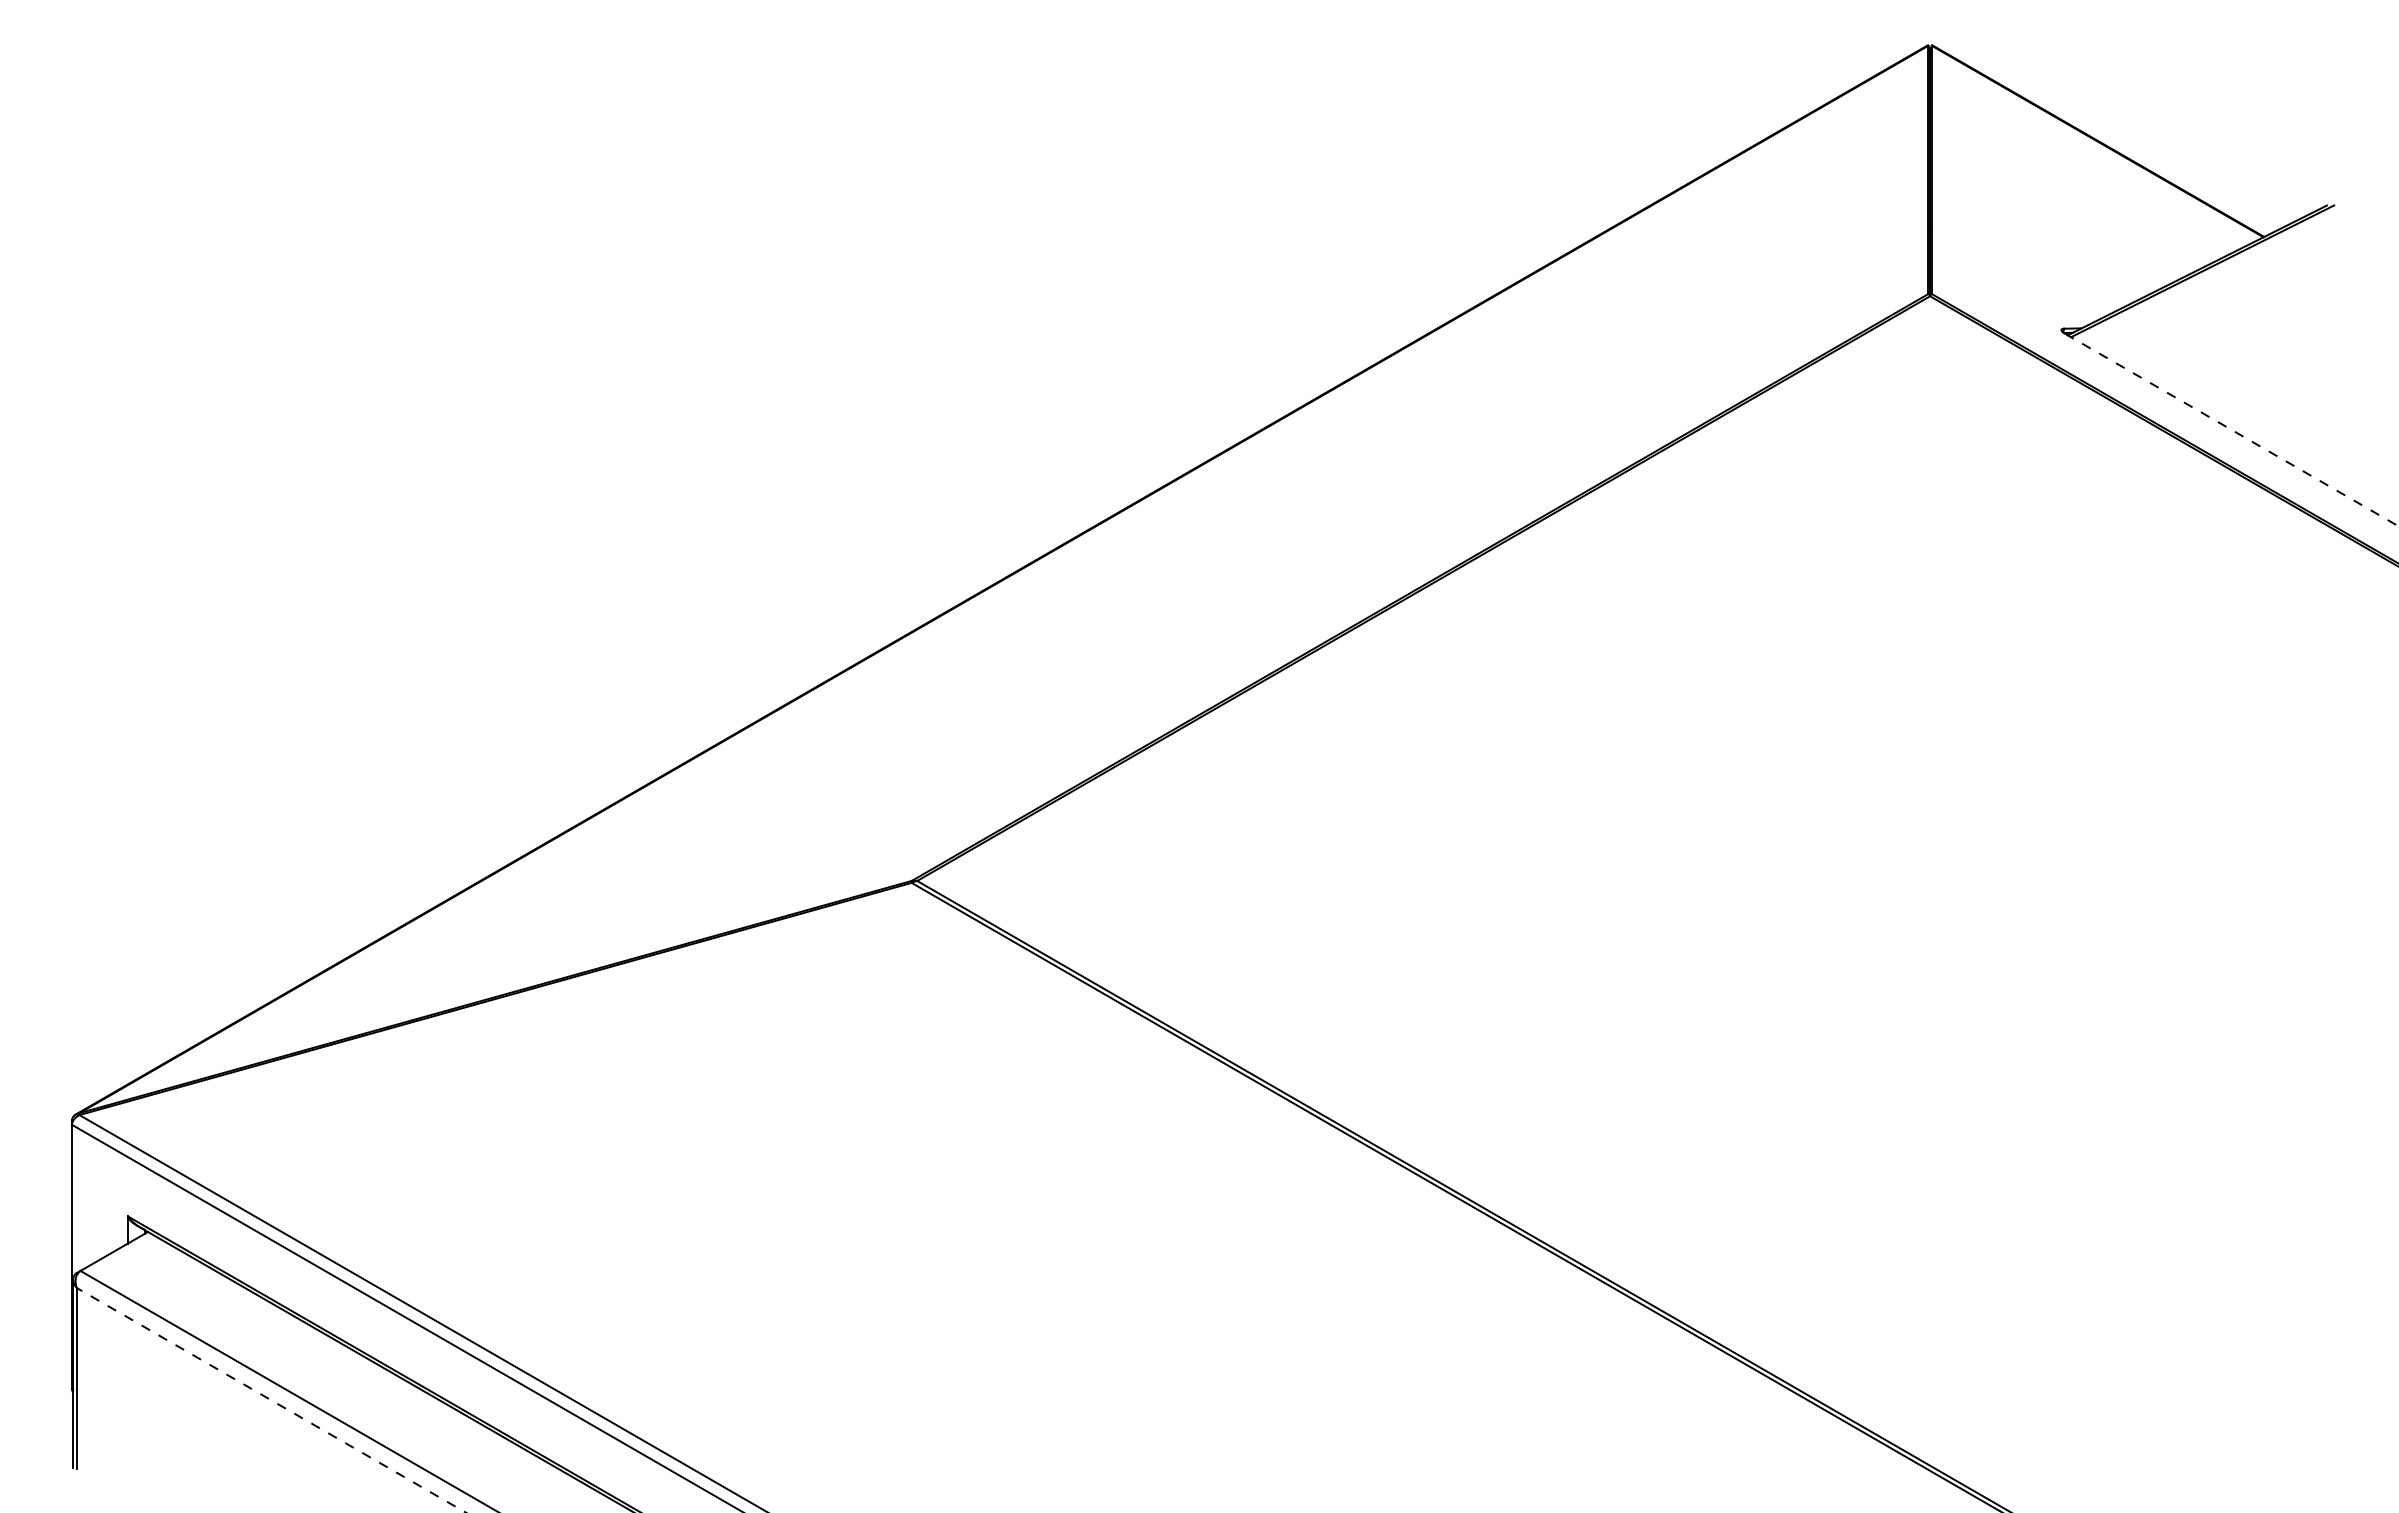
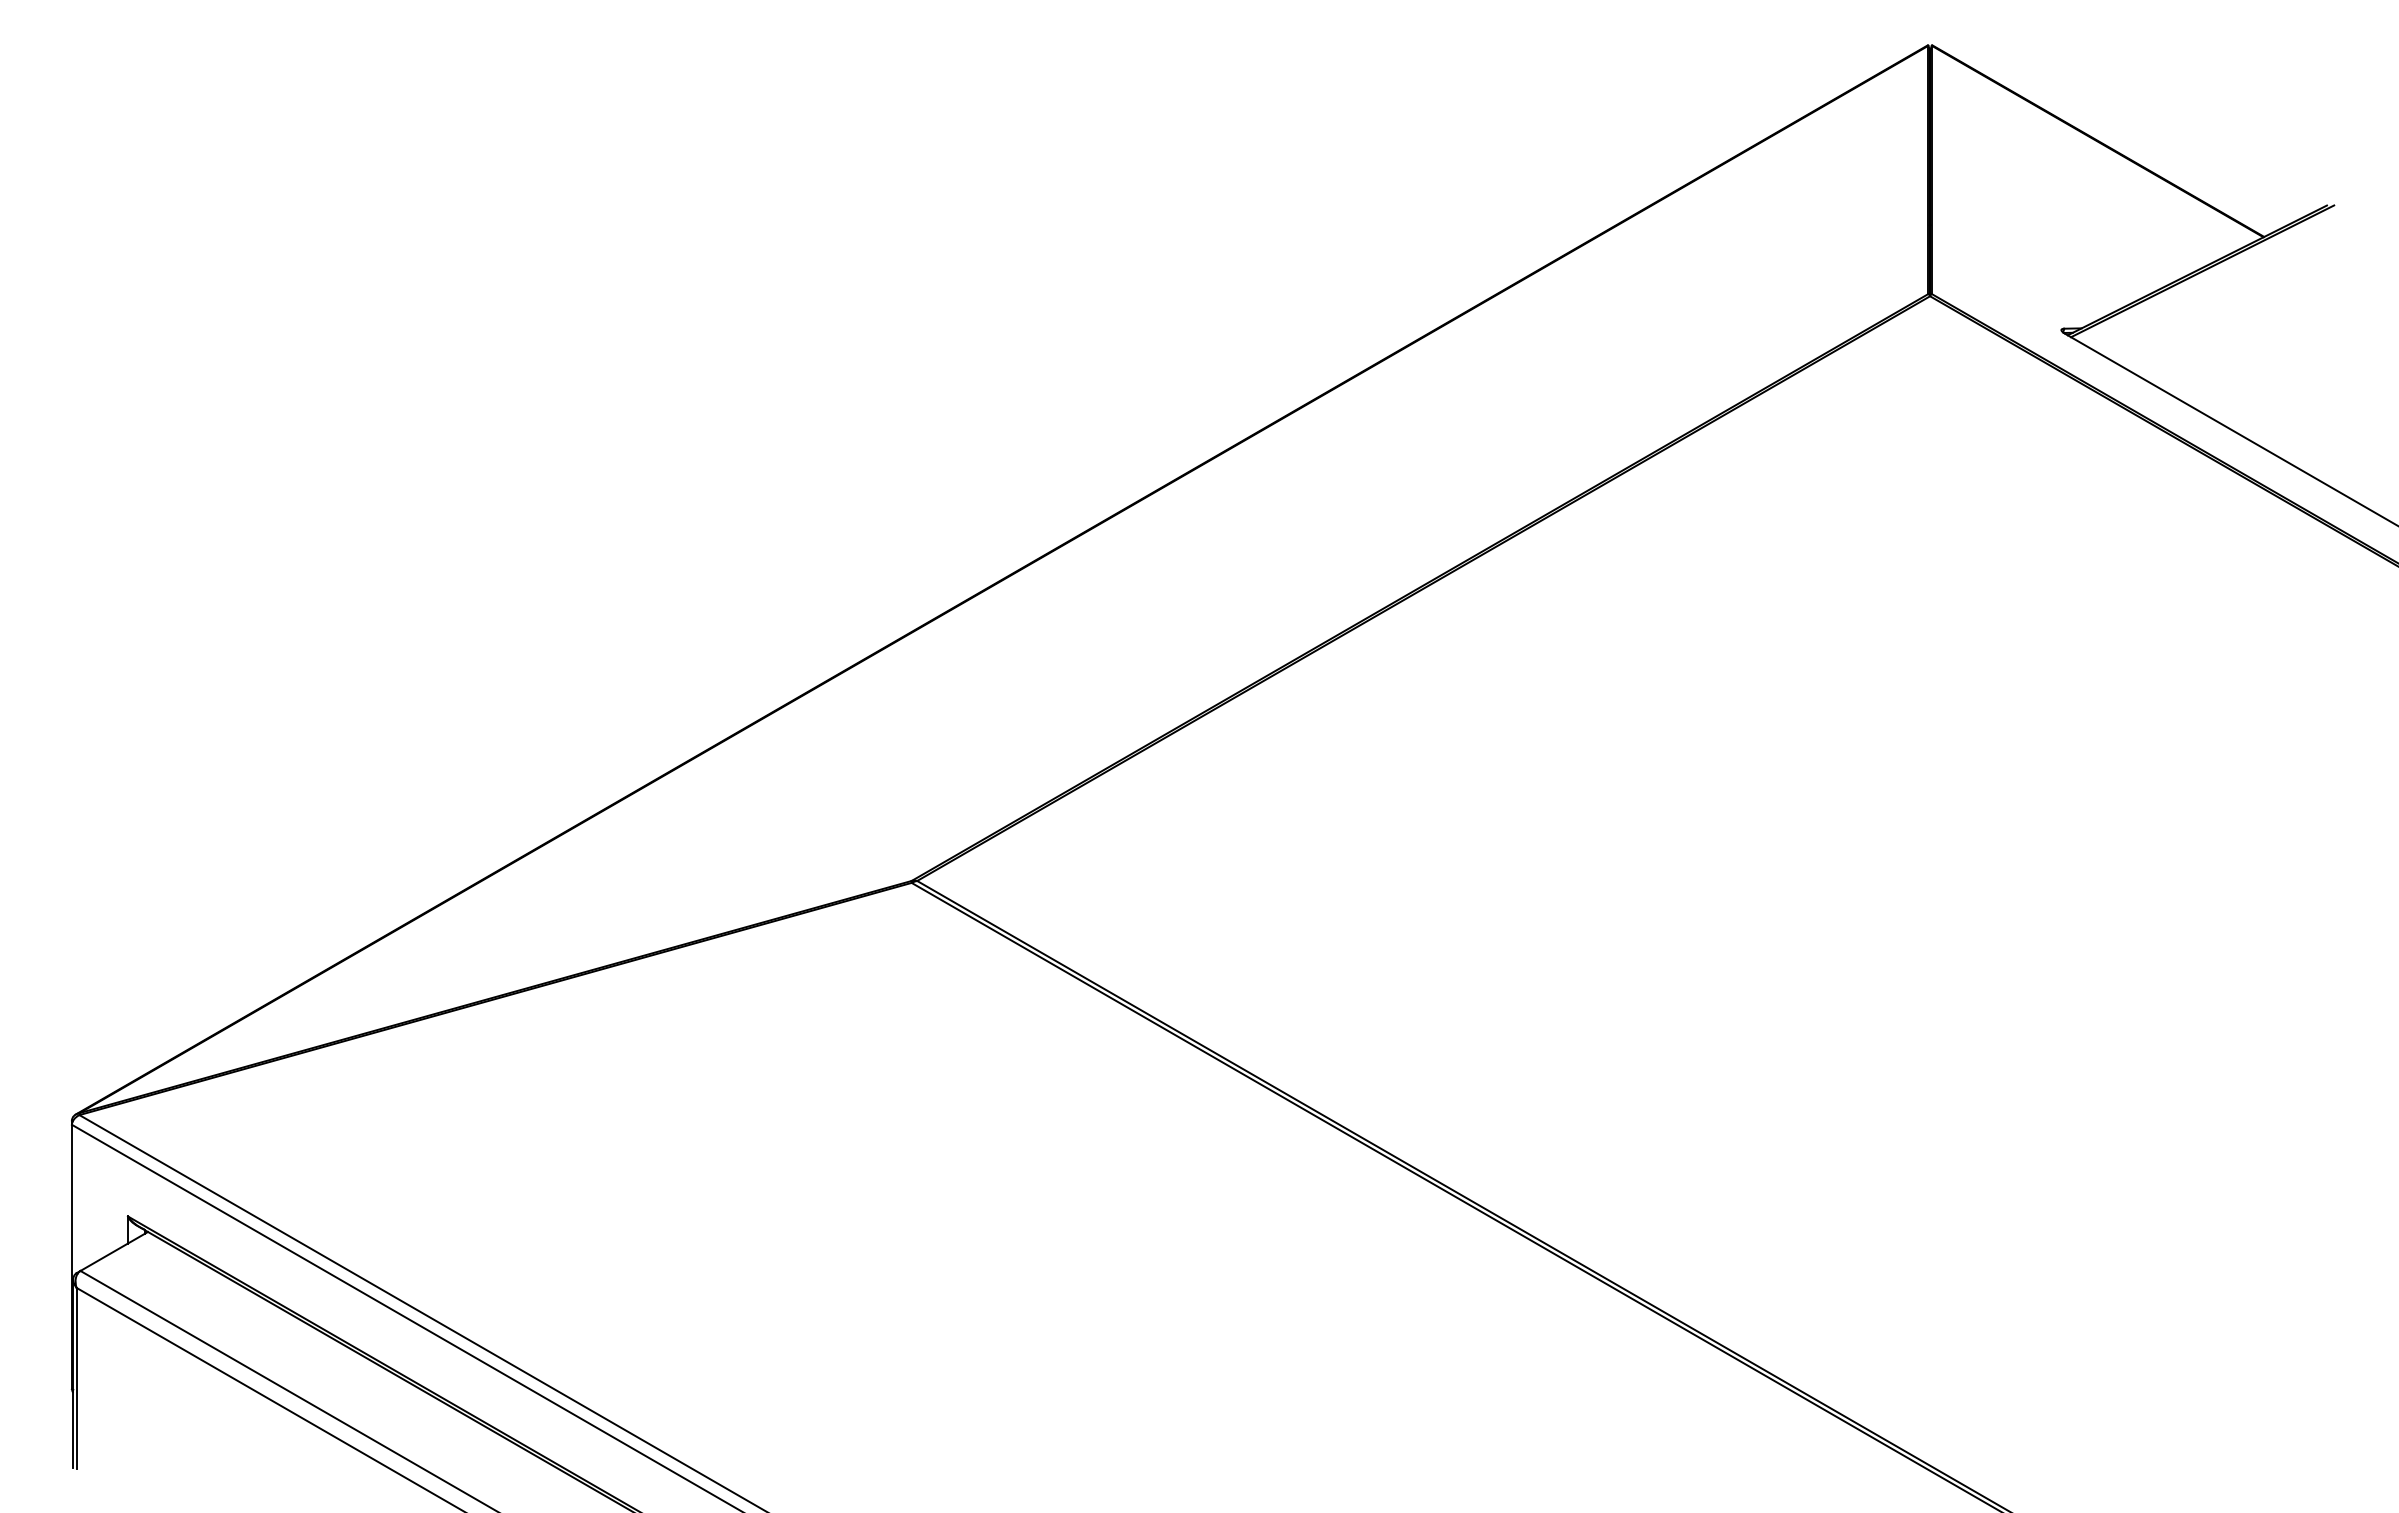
line at (2232, 430): dashed -> solid
line at (271, 1400): dashed -> solid
